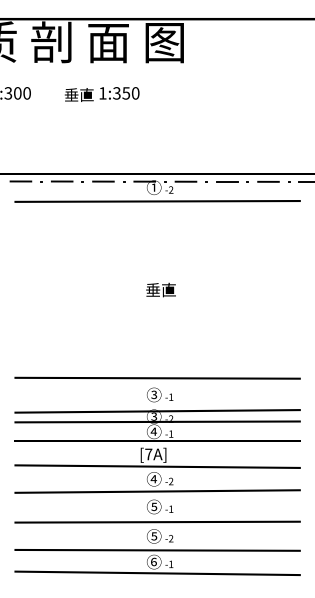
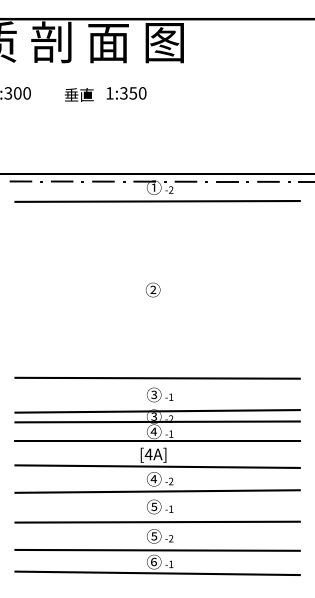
text at (119, 93) position: (119, 93) -> (126, 93)
text at (160, 289): 垂直 -> ②
text at (148, 454): [7A] -> [4A]
